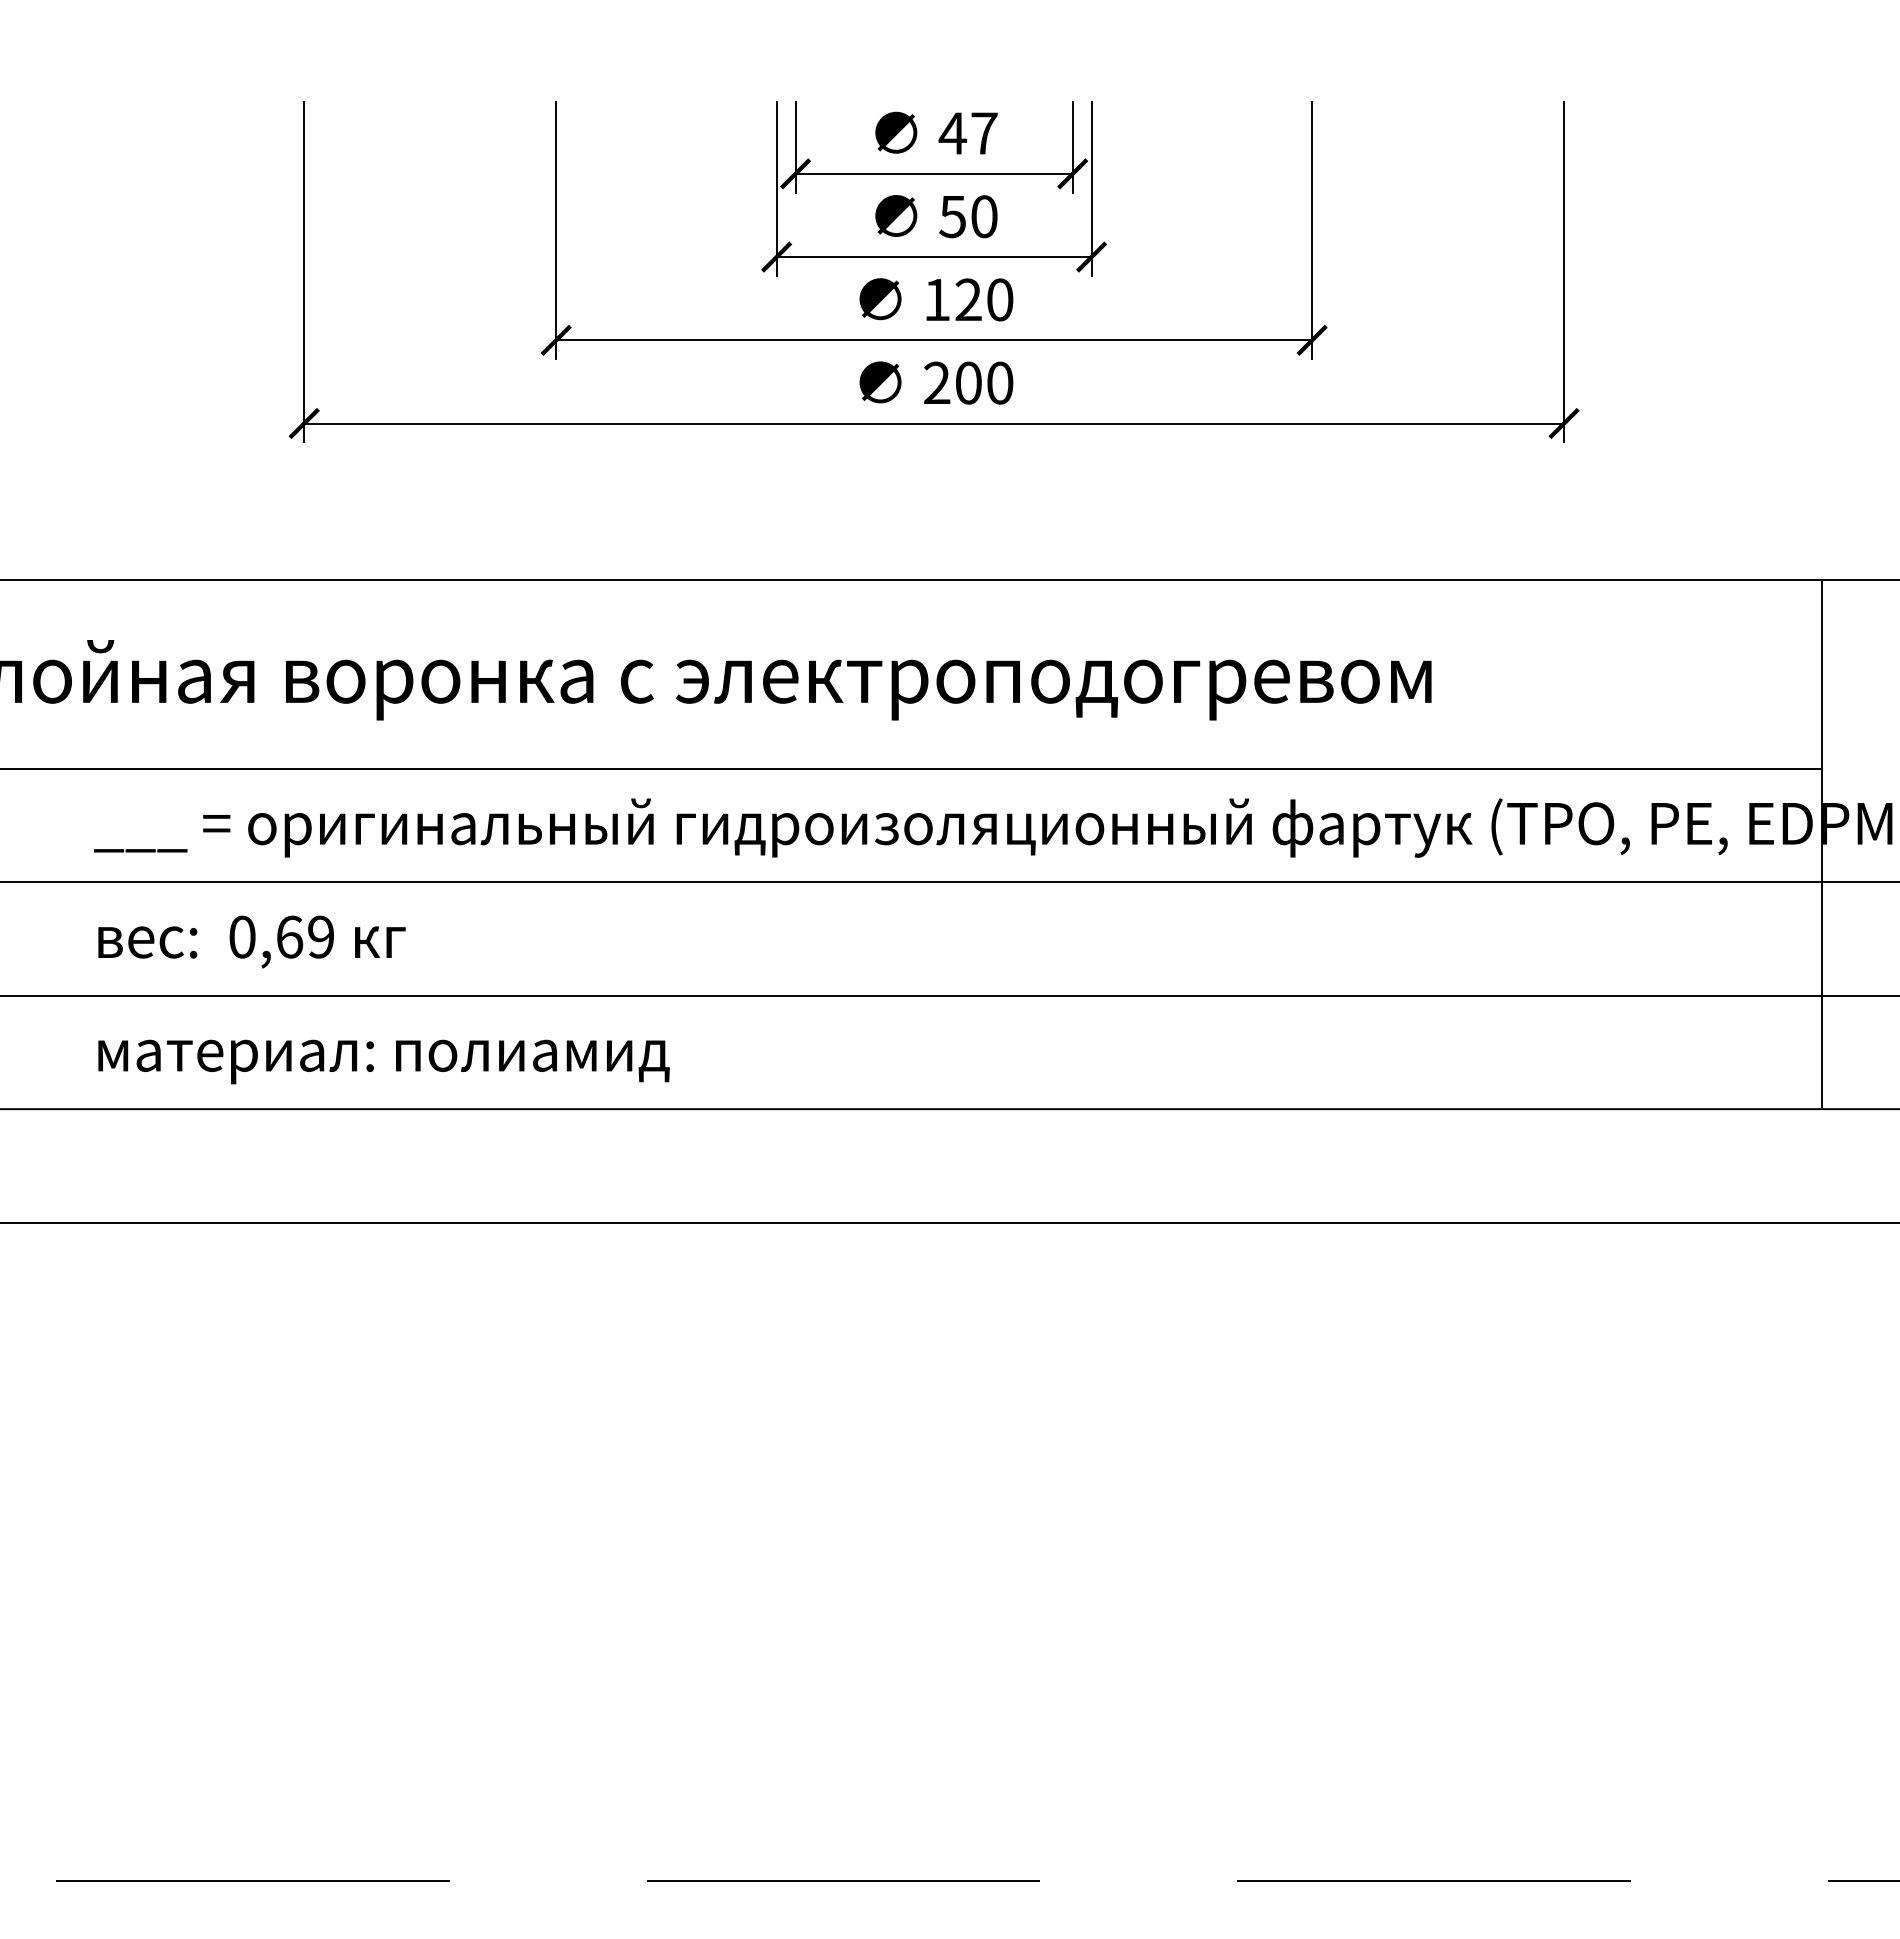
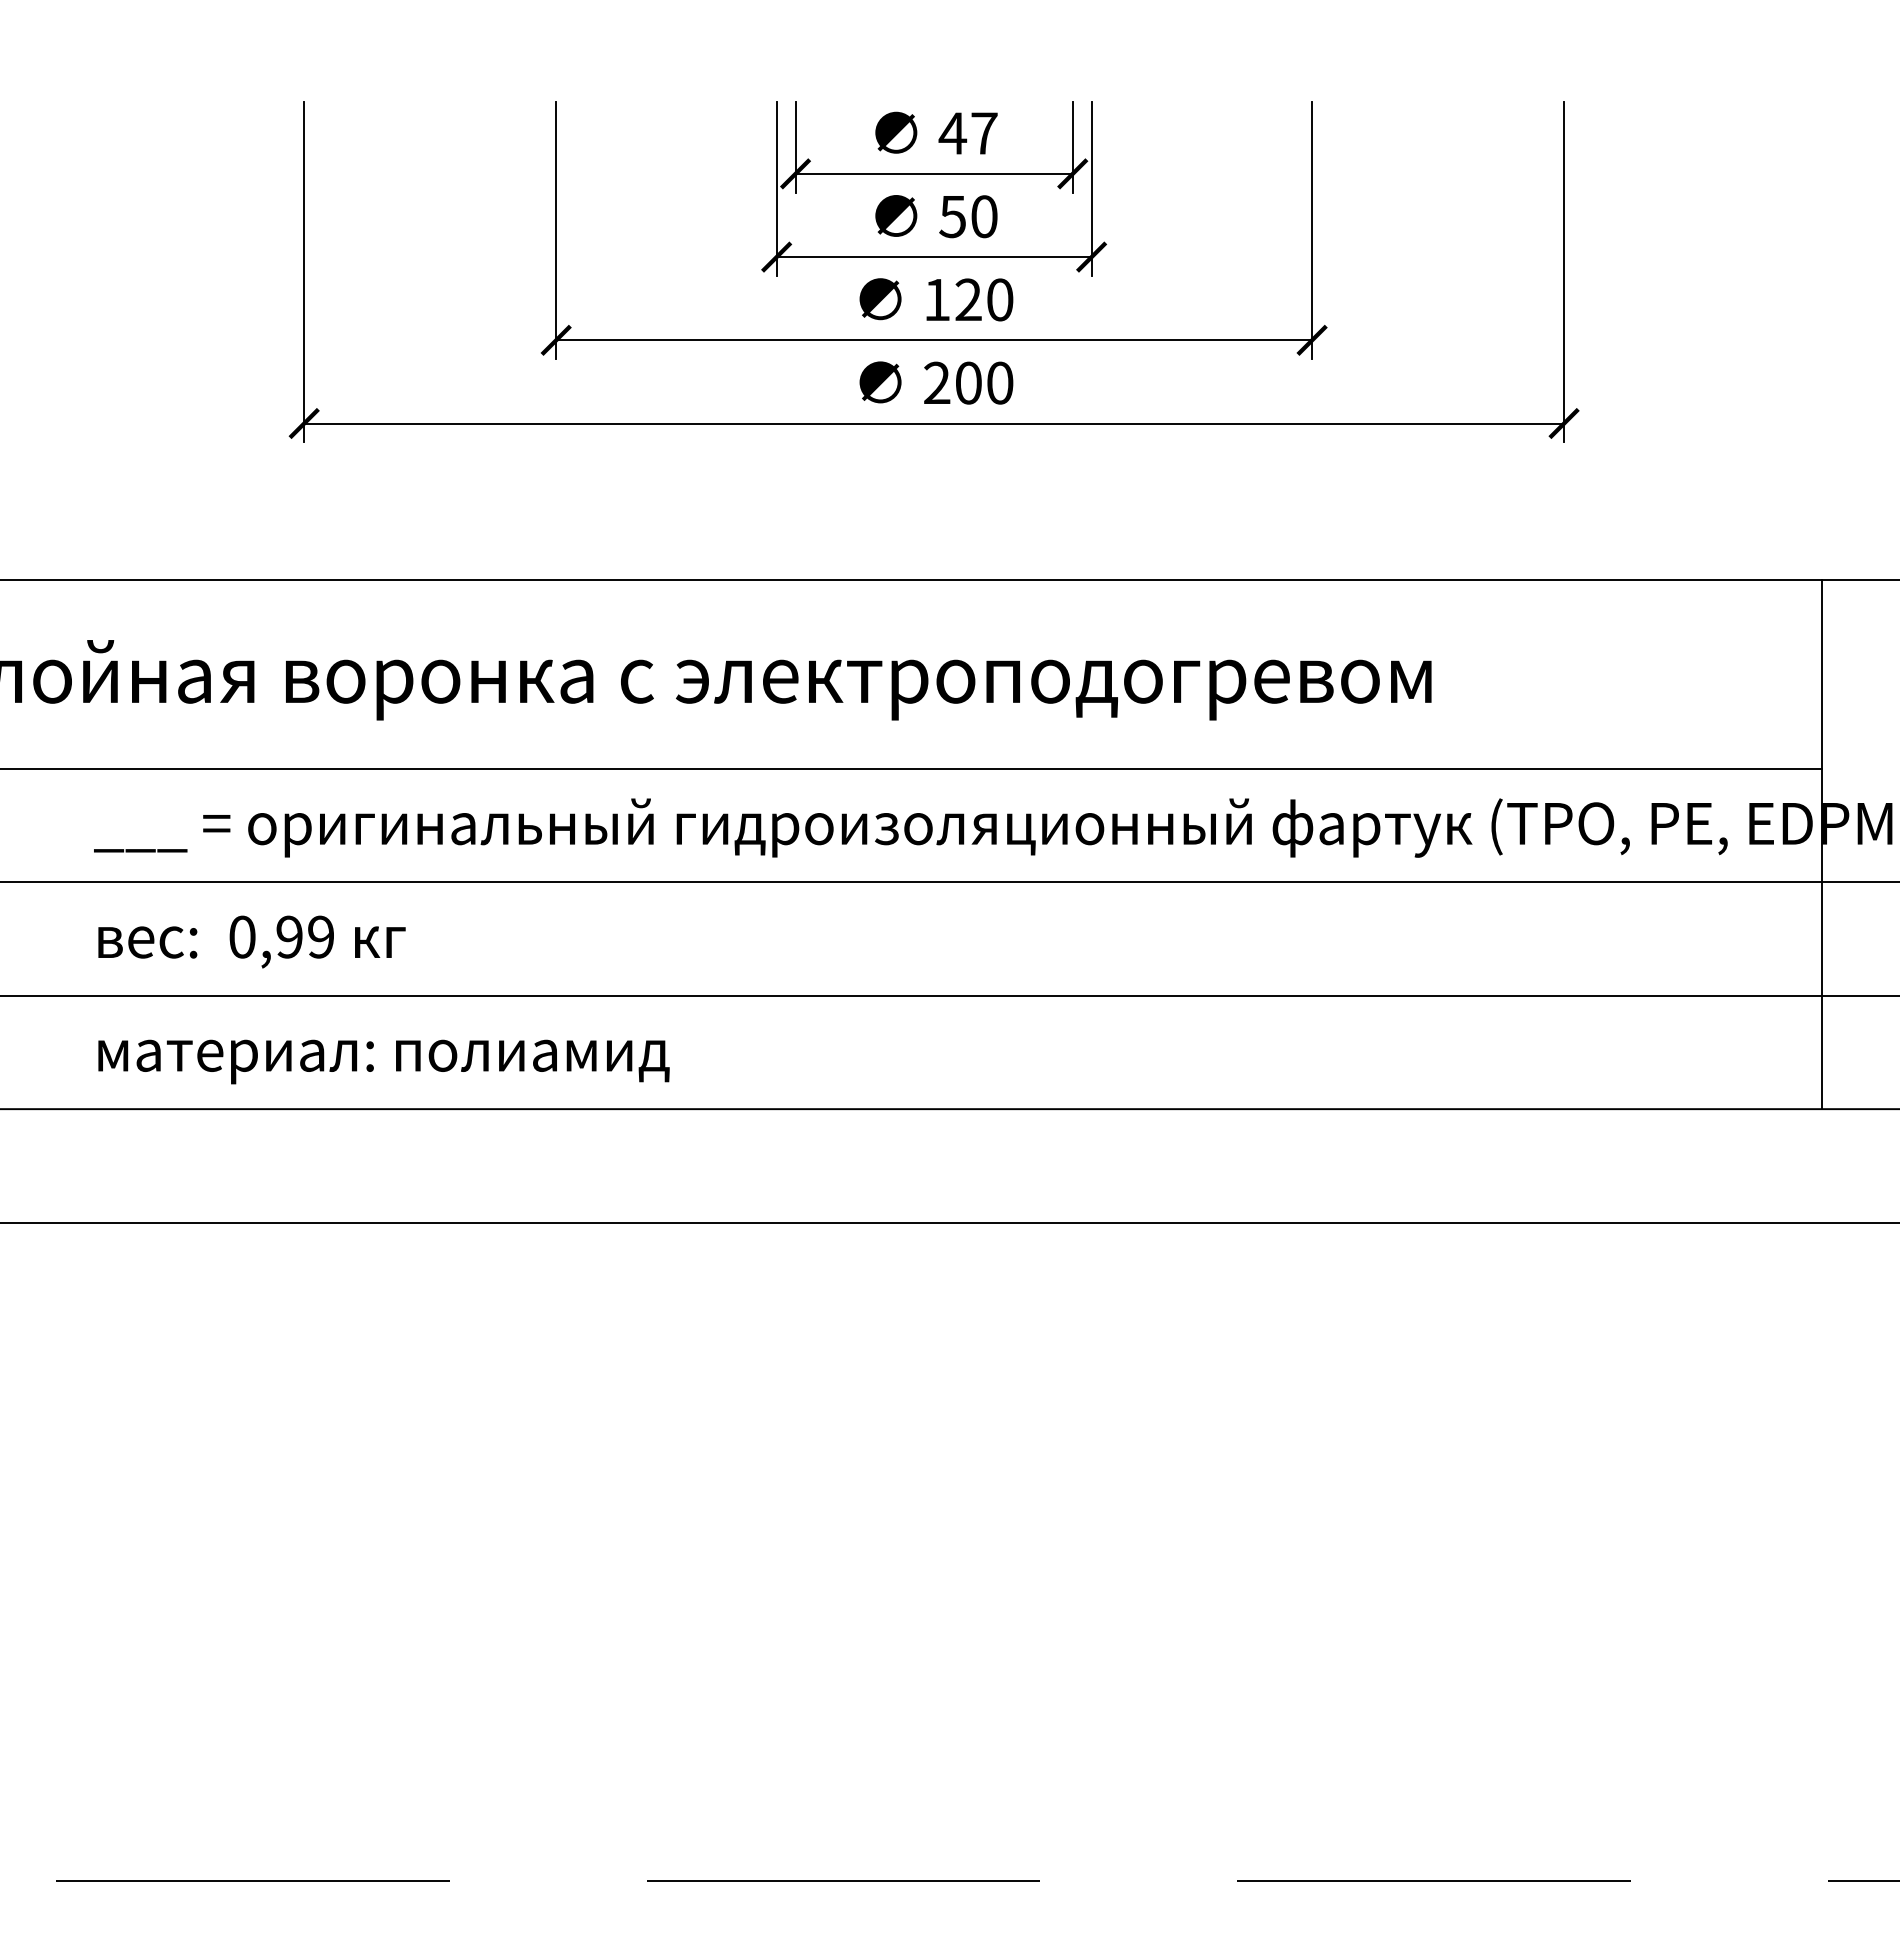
text at (289, 936): 0,69 -> 0,99
